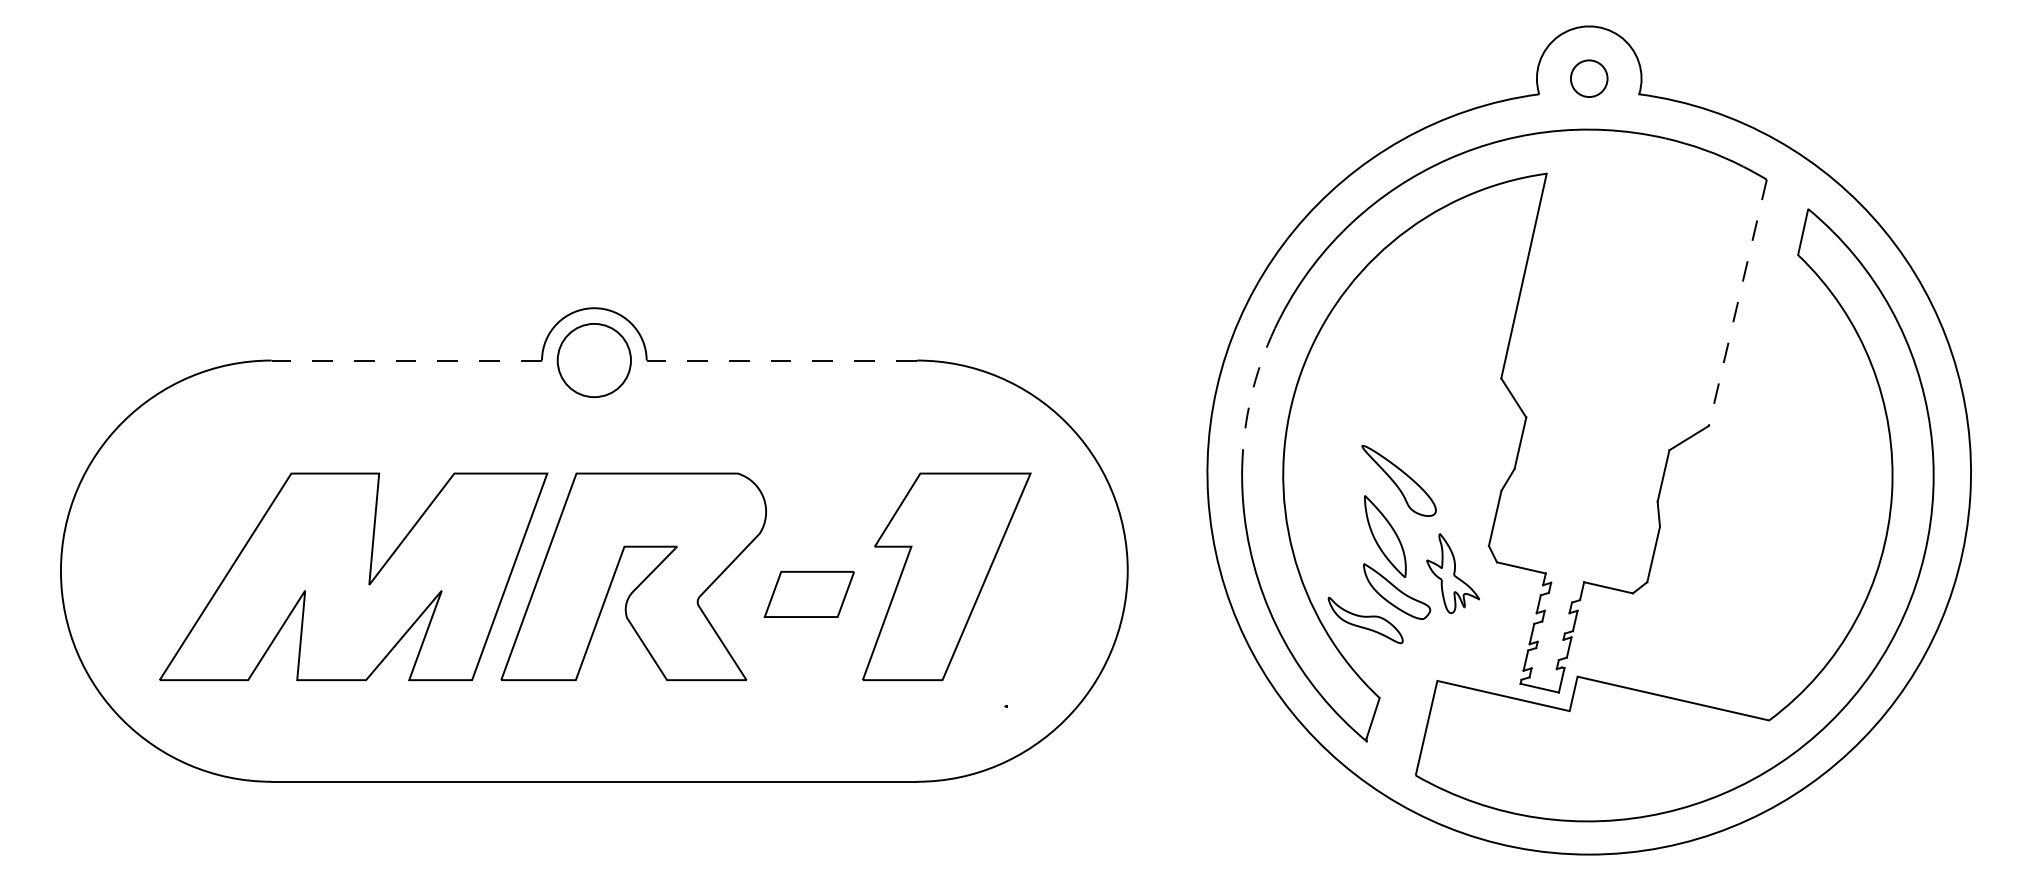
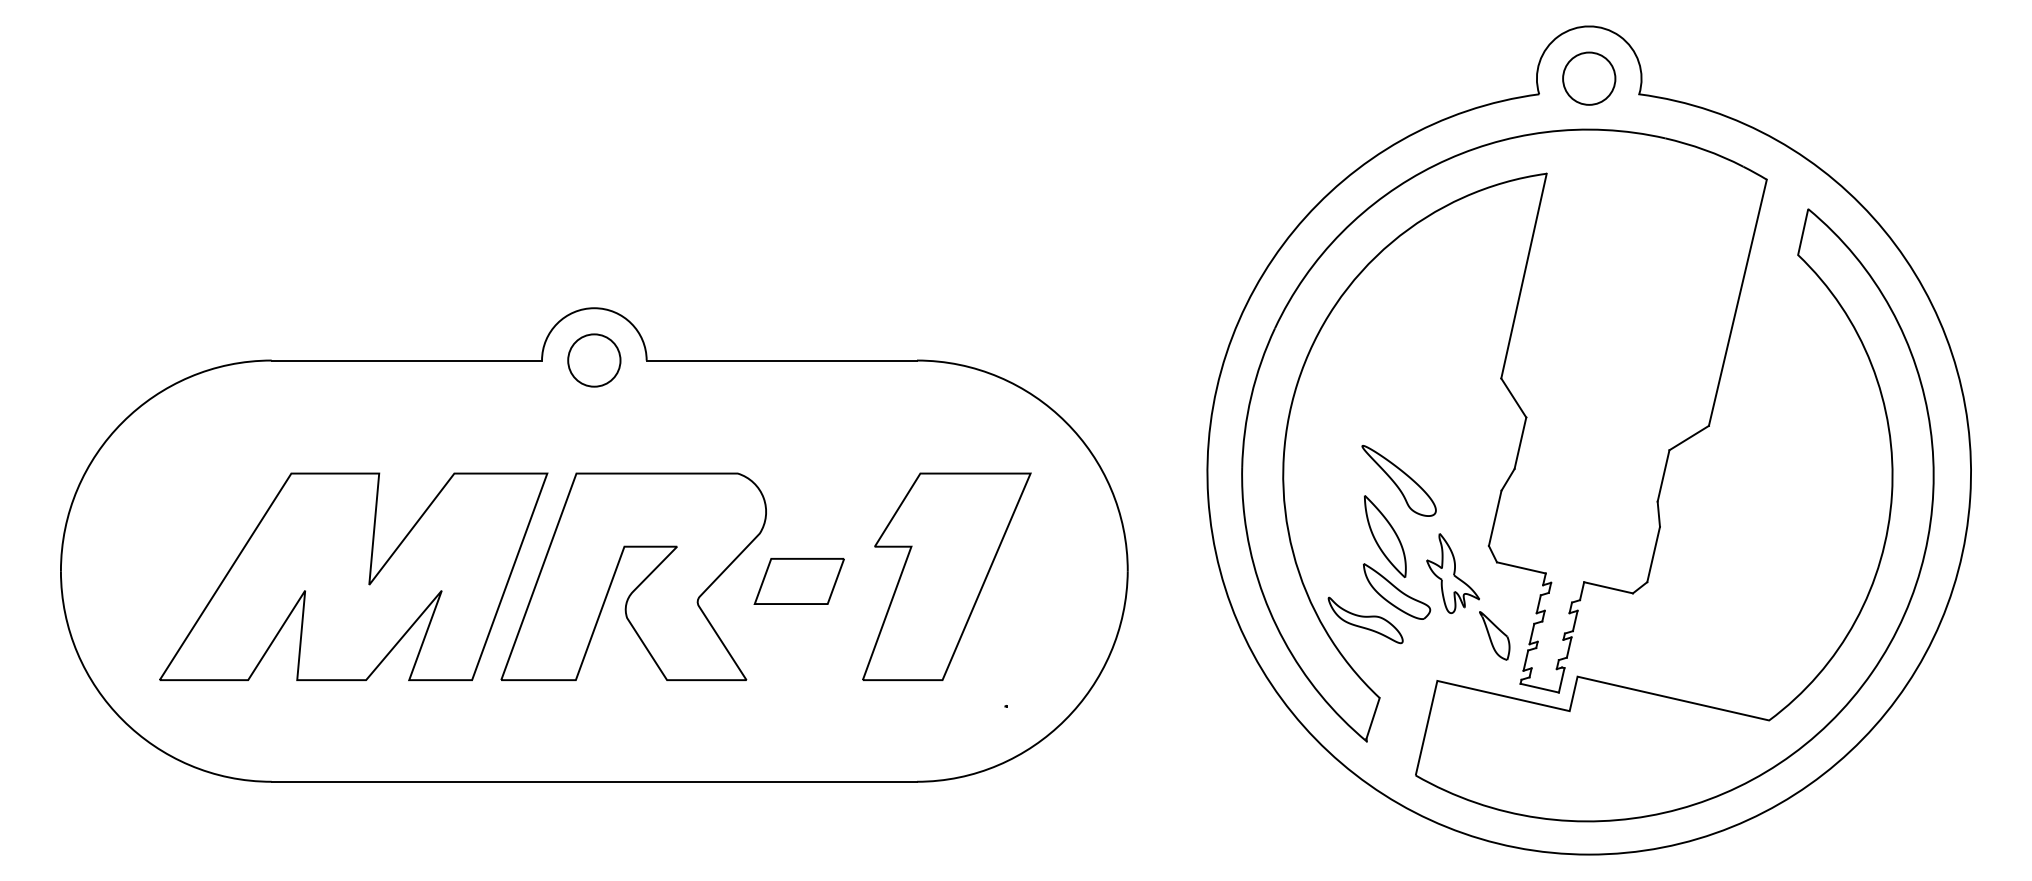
circle at (1588, 78) diameter: 37 px -> 52 px
line at (1737, 303): dashed -> solid
line at (406, 360): dashed -> solid
circle at (593, 360) diameter: 73 px -> 52 px
line at (781, 360): dashed -> solid
arc at (1251, 396): dashed -> solid
part at (808, 594) position: (808, 594) -> (798, 581)
part at (1494, 635): none -> present
